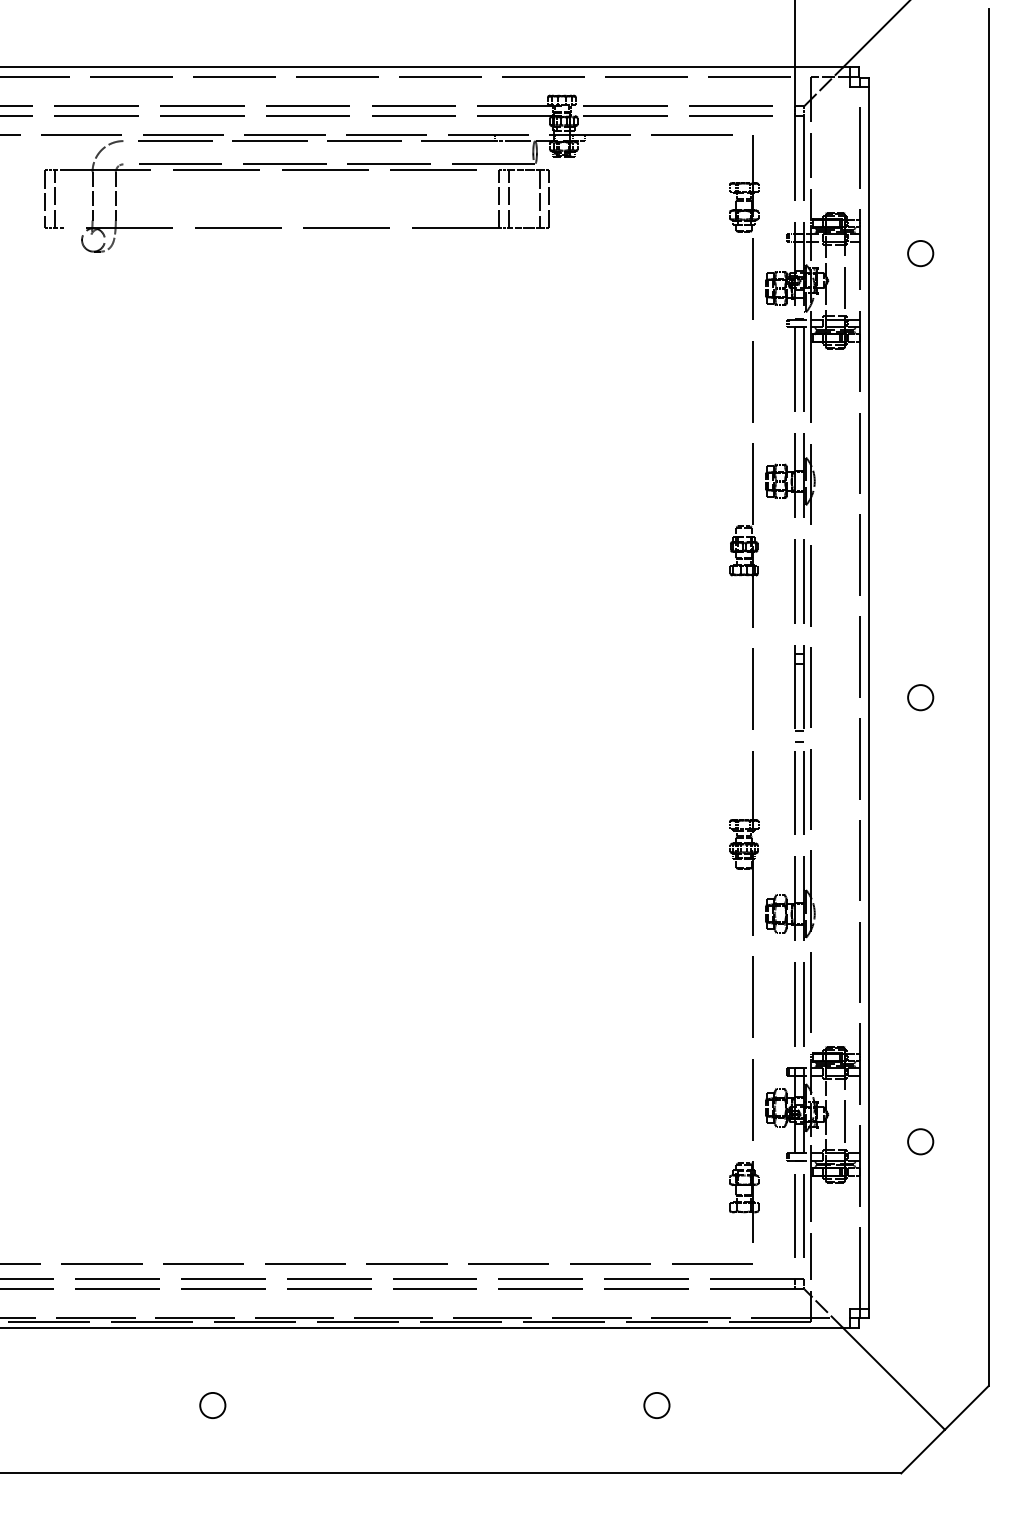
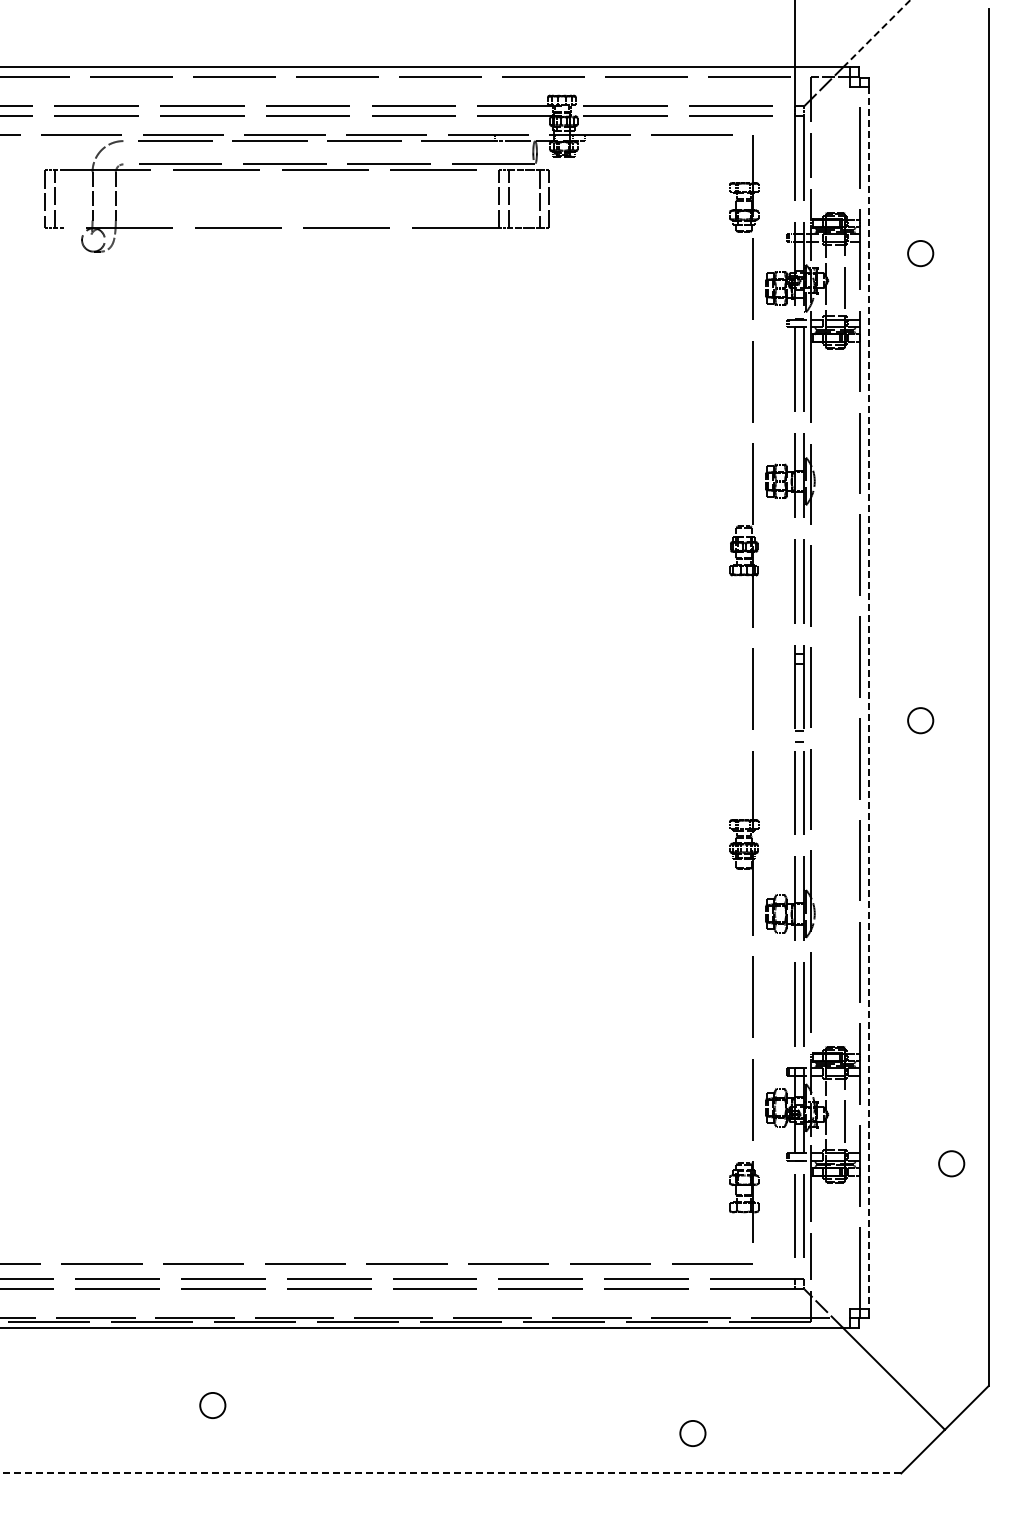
line at (877, 33): solid -> dashed
line at (869, 697): solid -> dashed
circle at (920, 697) position: (920, 697) -> (920, 720)
circle at (920, 1141) position: (920, 1141) -> (951, 1163)
circle at (656, 1405) position: (656, 1405) -> (692, 1433)
line at (450, 1473): solid -> dashed
